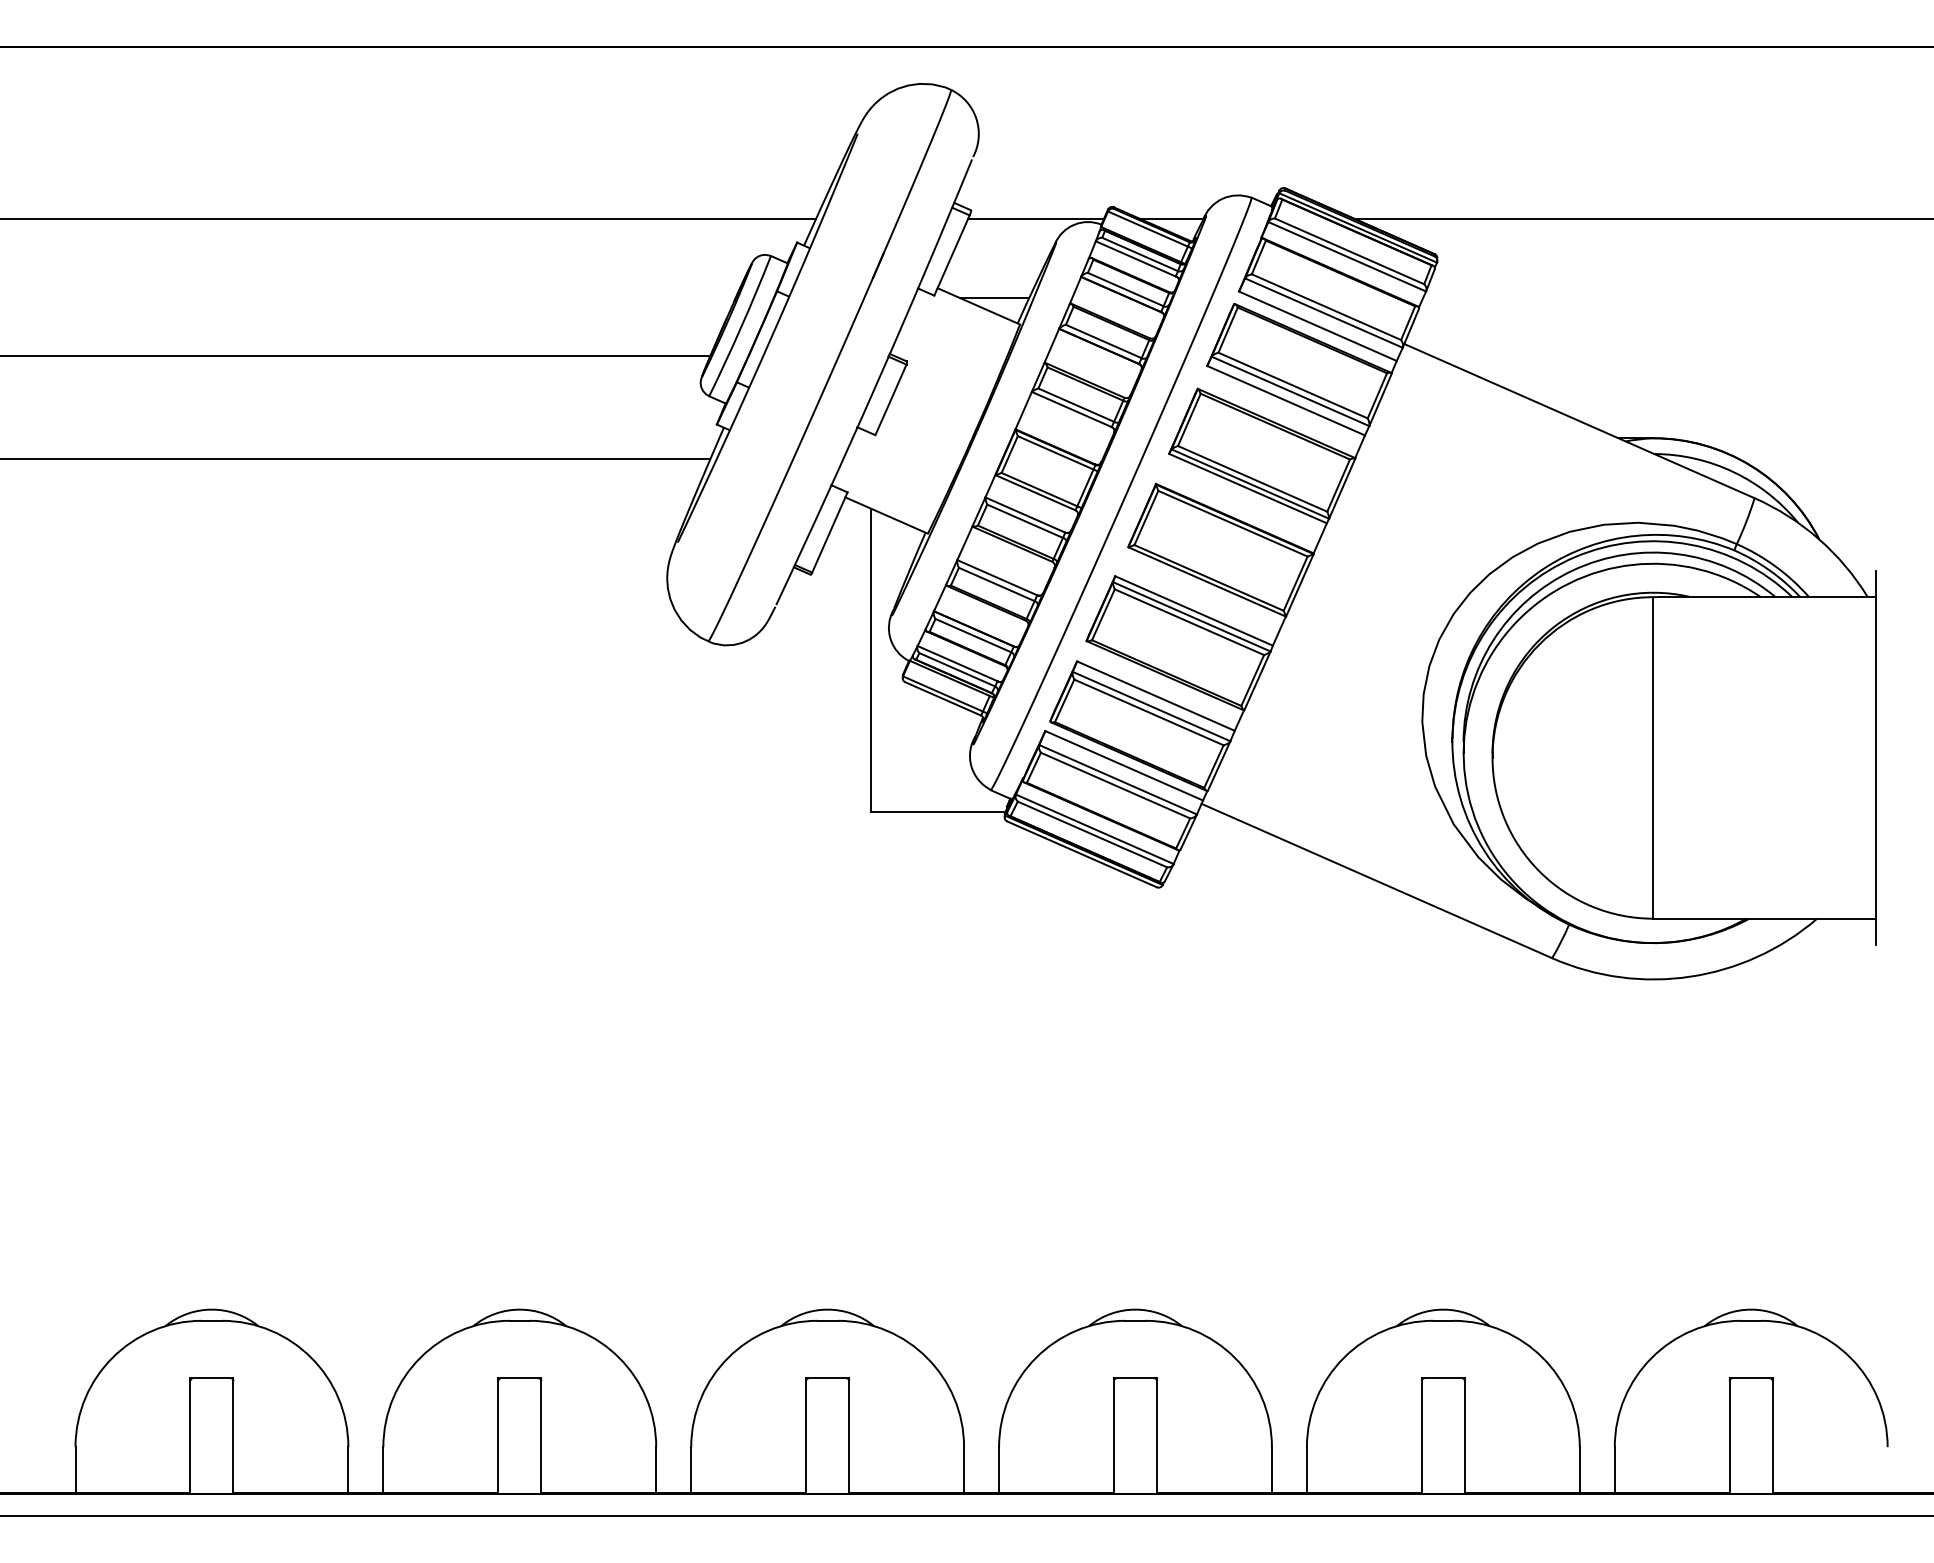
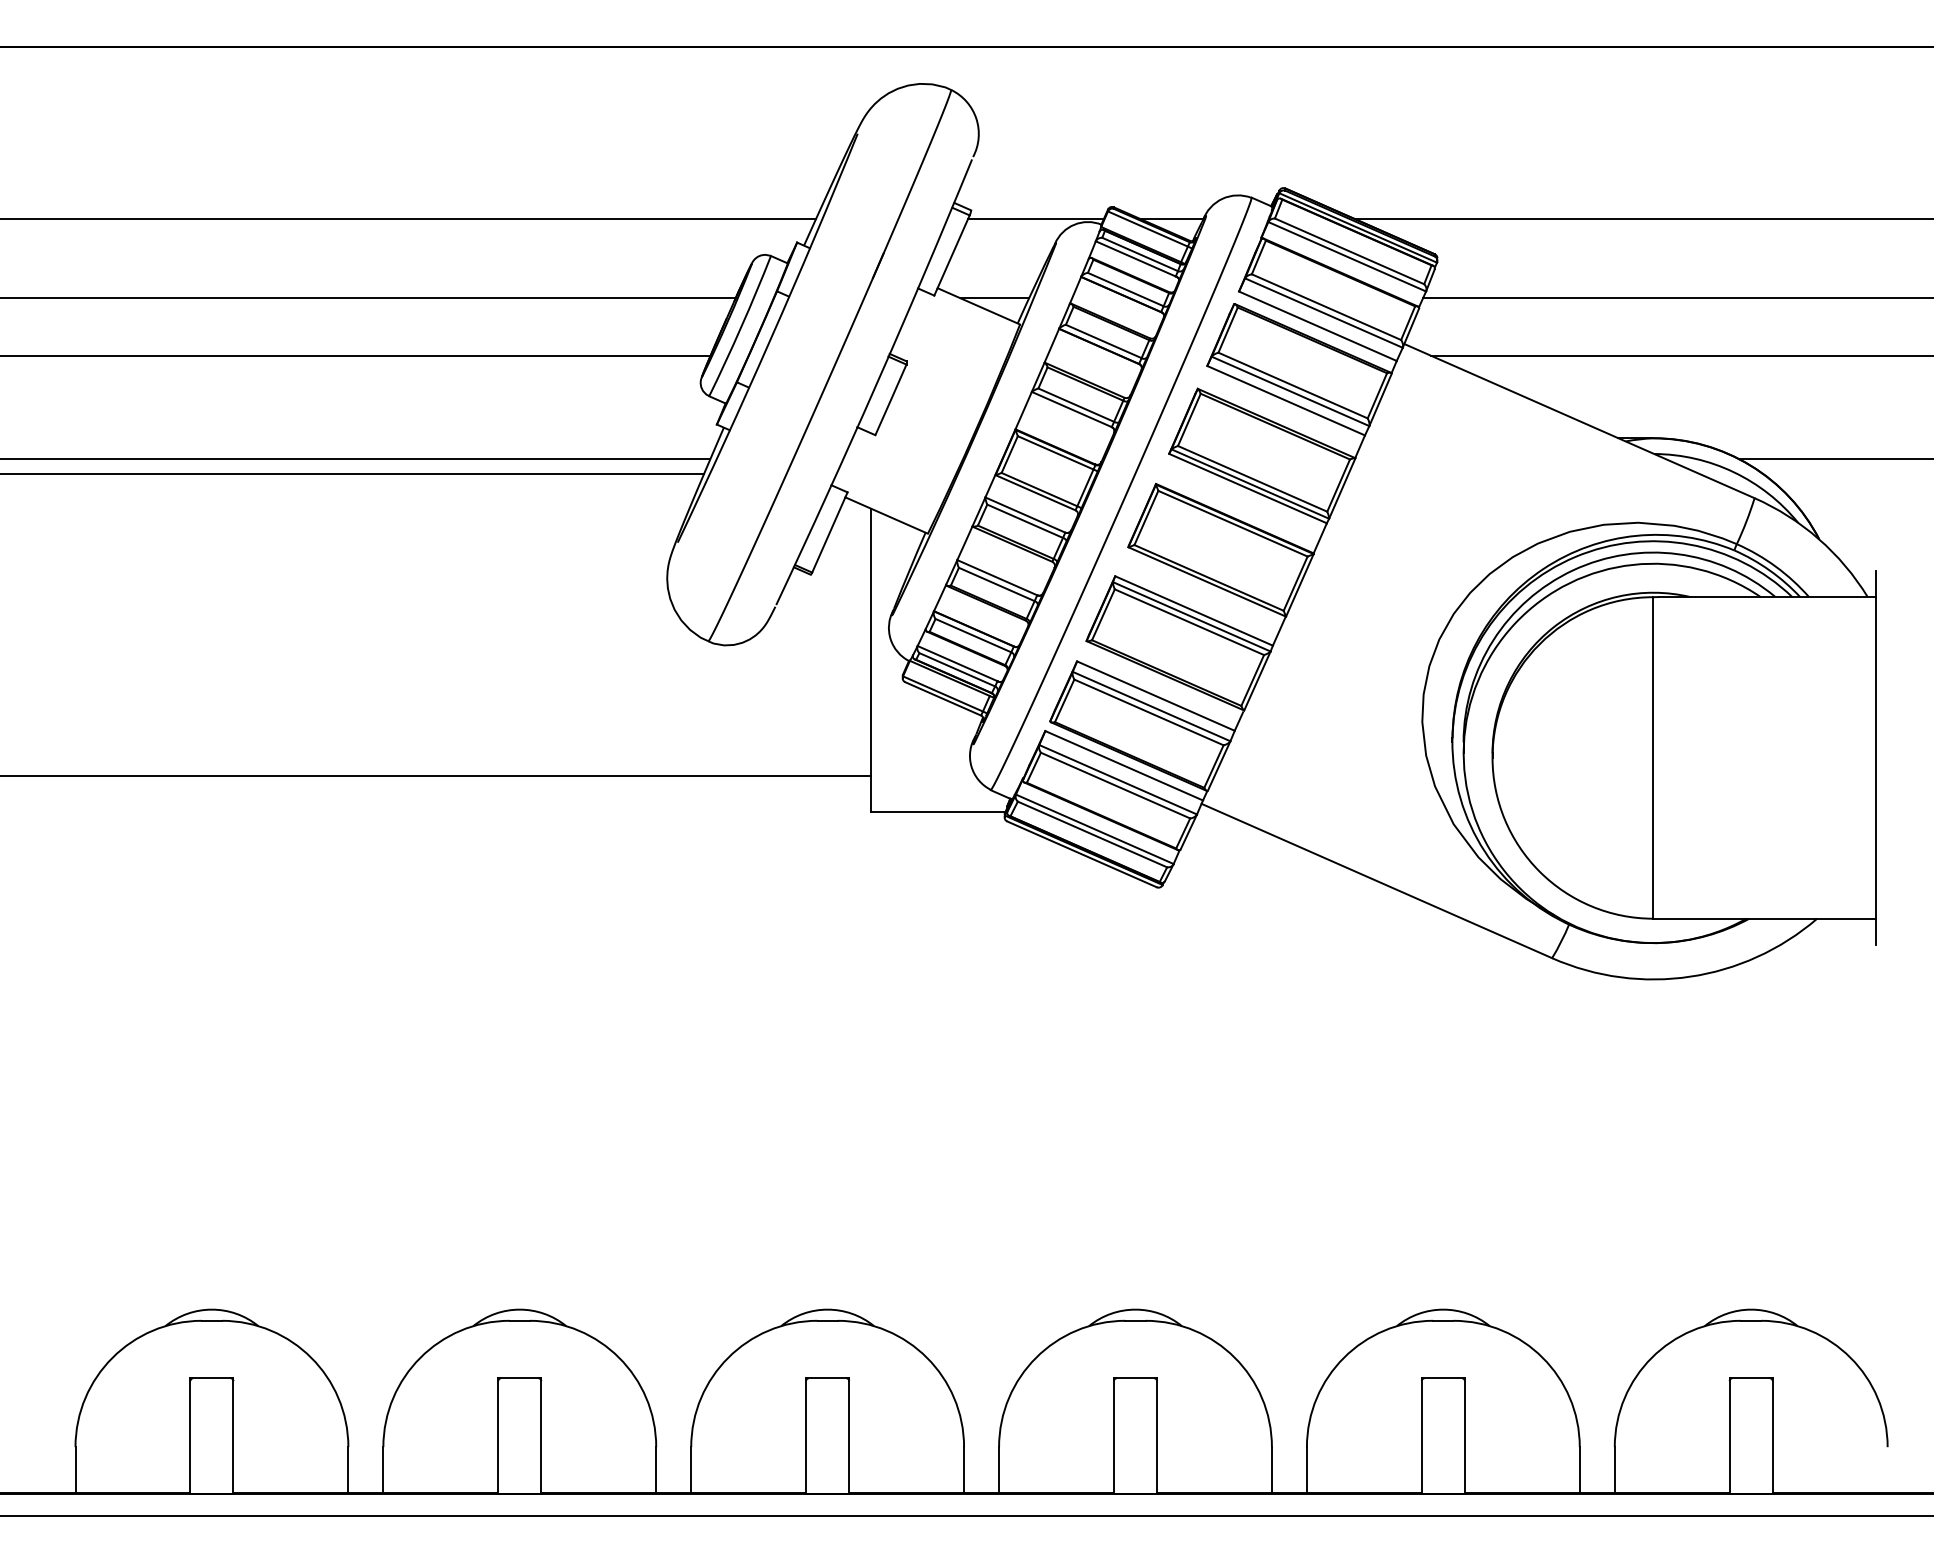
line at (368, 298): none -> present
line at (1676, 298): none -> present
line at (1680, 355): none -> present
line at (1834, 458): none -> present
line at (353, 473): none -> present
line at (436, 775): none -> present
